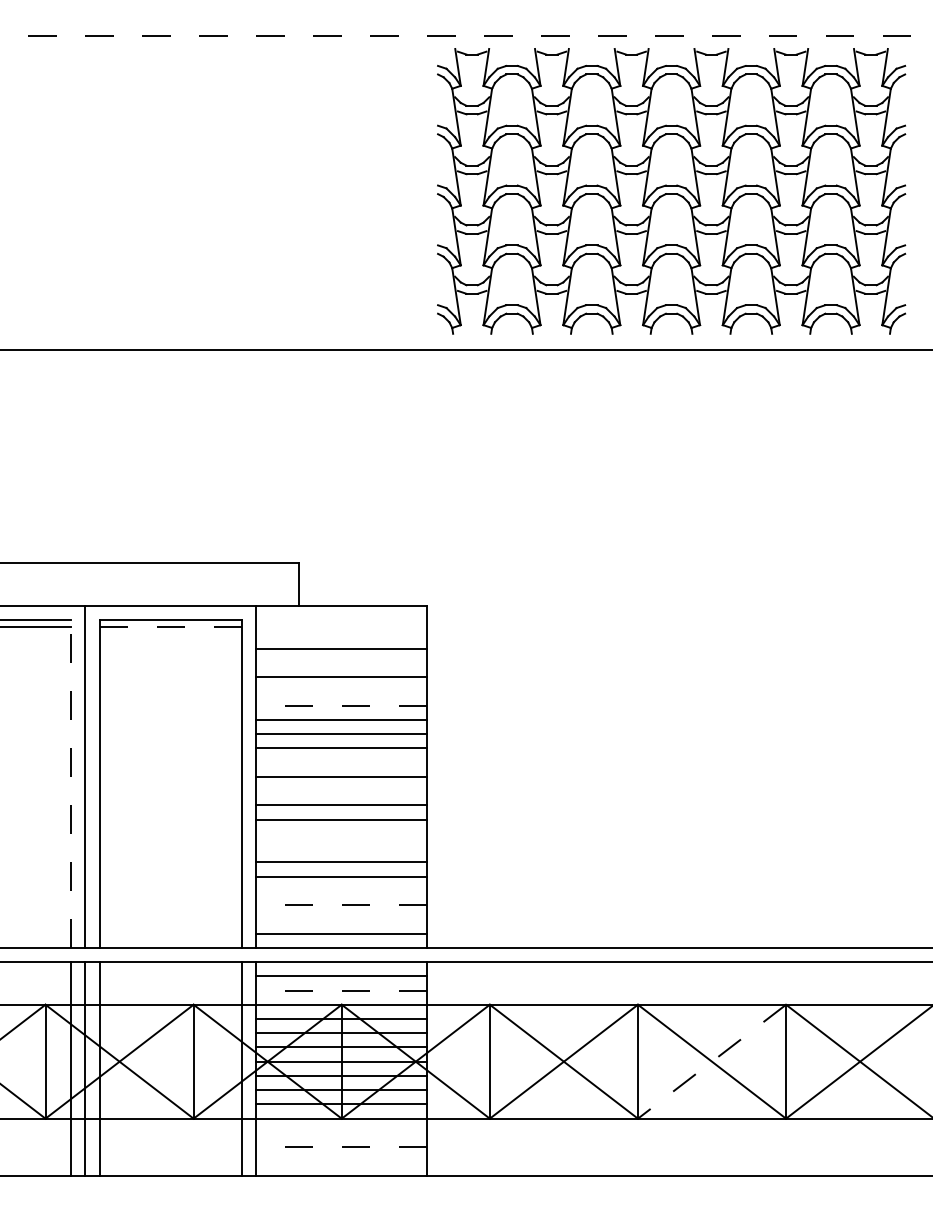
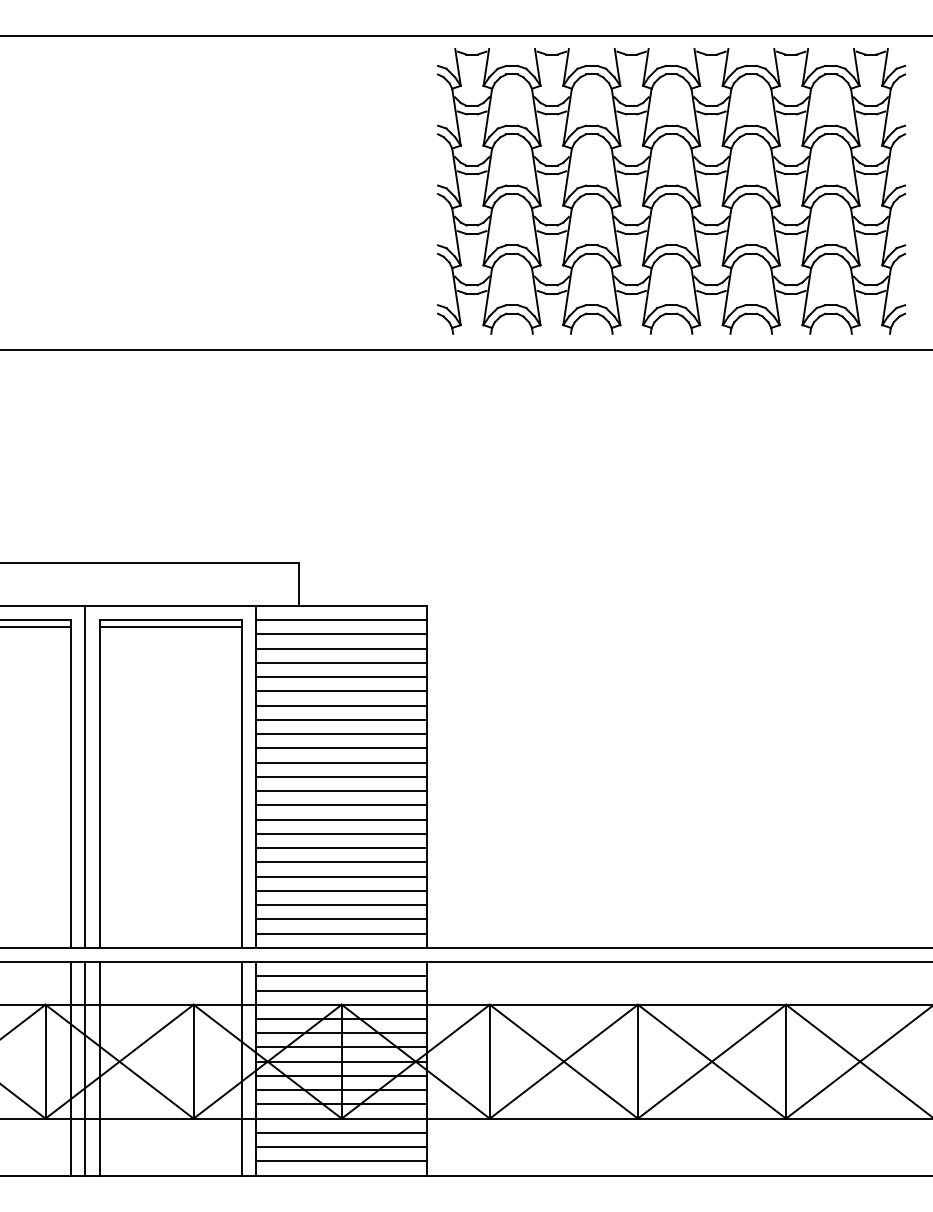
line at (466, 36): dashed -> solid
line at (341, 620): none -> present
line at (171, 627): dashed -> solid
line at (341, 634): none -> present
line at (341, 662): none -> present
line at (341, 691): none -> present
line at (341, 705): dashed -> solid
line at (341, 762): none -> present
line at (71, 784): dashed -> solid
line at (341, 791): none -> present
line at (341, 833): none -> present
line at (341, 848): none -> present
line at (341, 890): none -> present
line at (341, 905): dashed -> solid
line at (341, 919): none -> present
line at (341, 990): dashed -> solid
line at (711, 1062): dashed -> solid
line at (341, 1132): none -> present
line at (341, 1147): dashed -> solid
line at (341, 1161): none -> present
